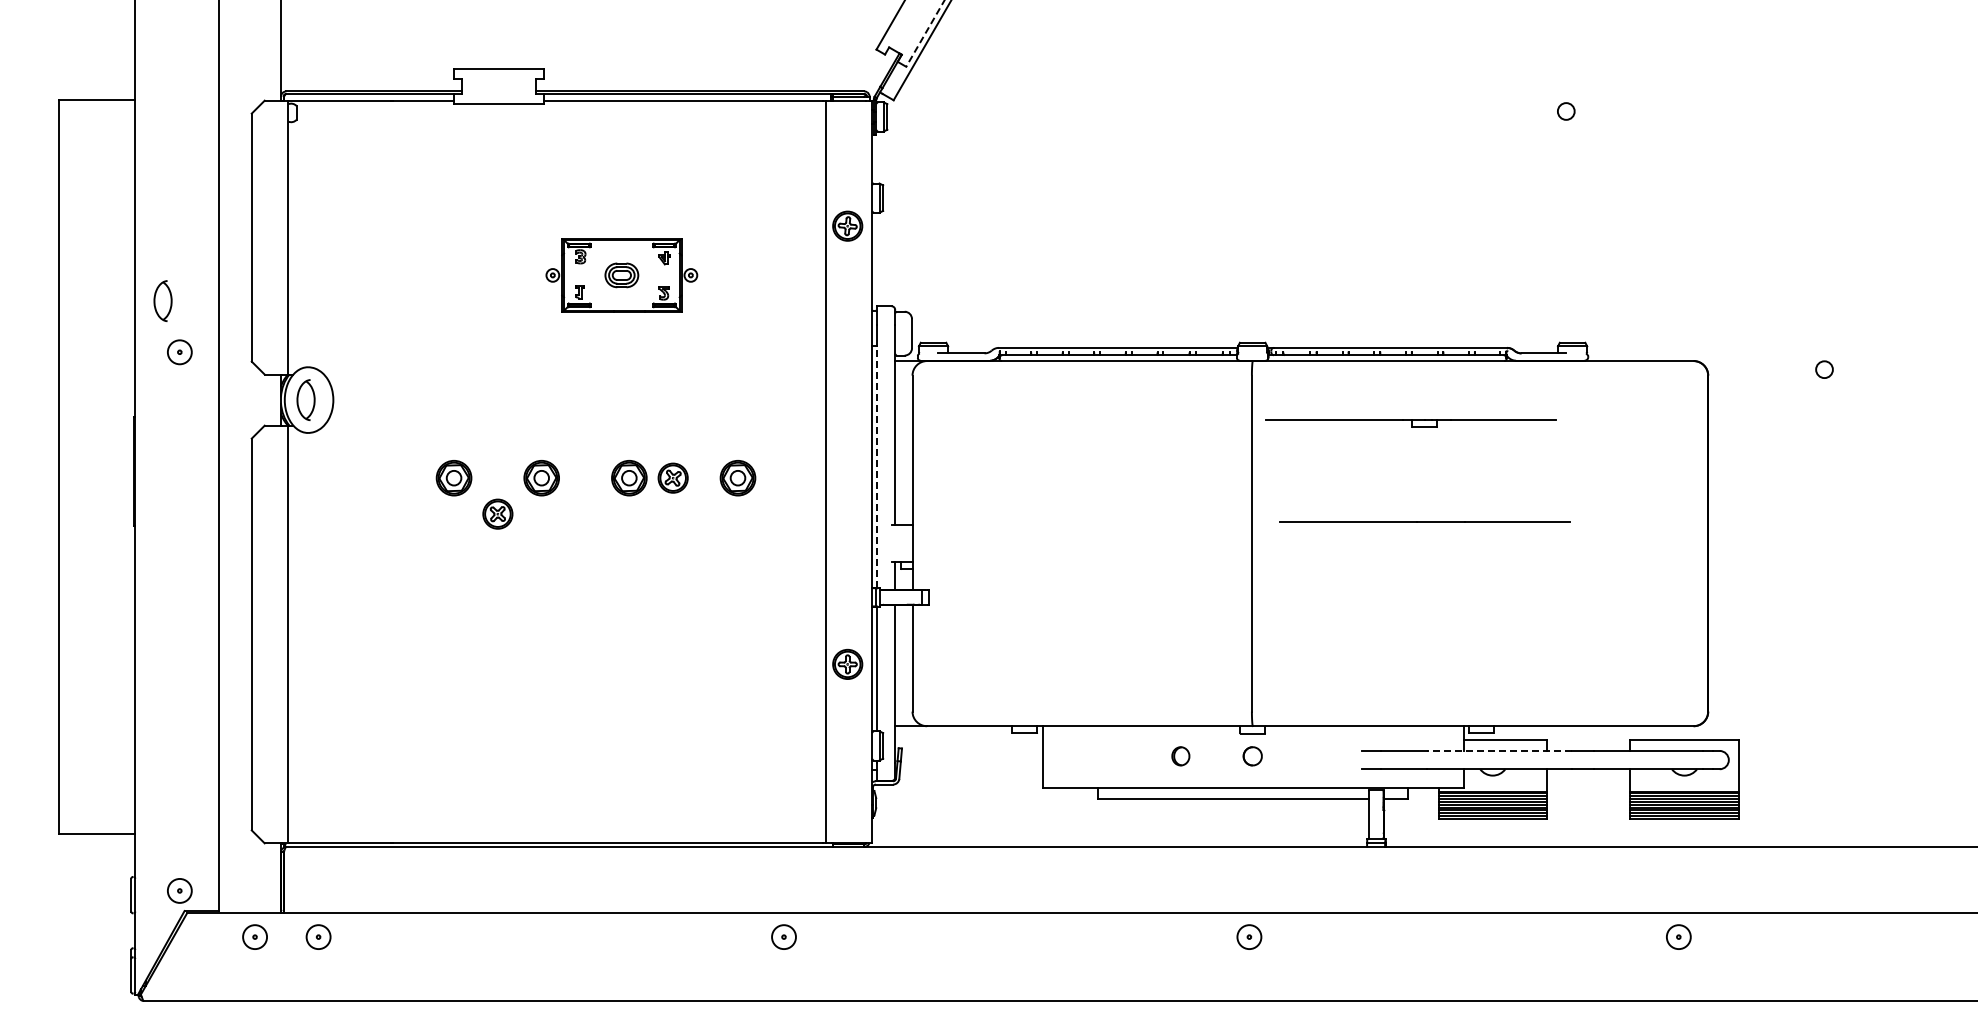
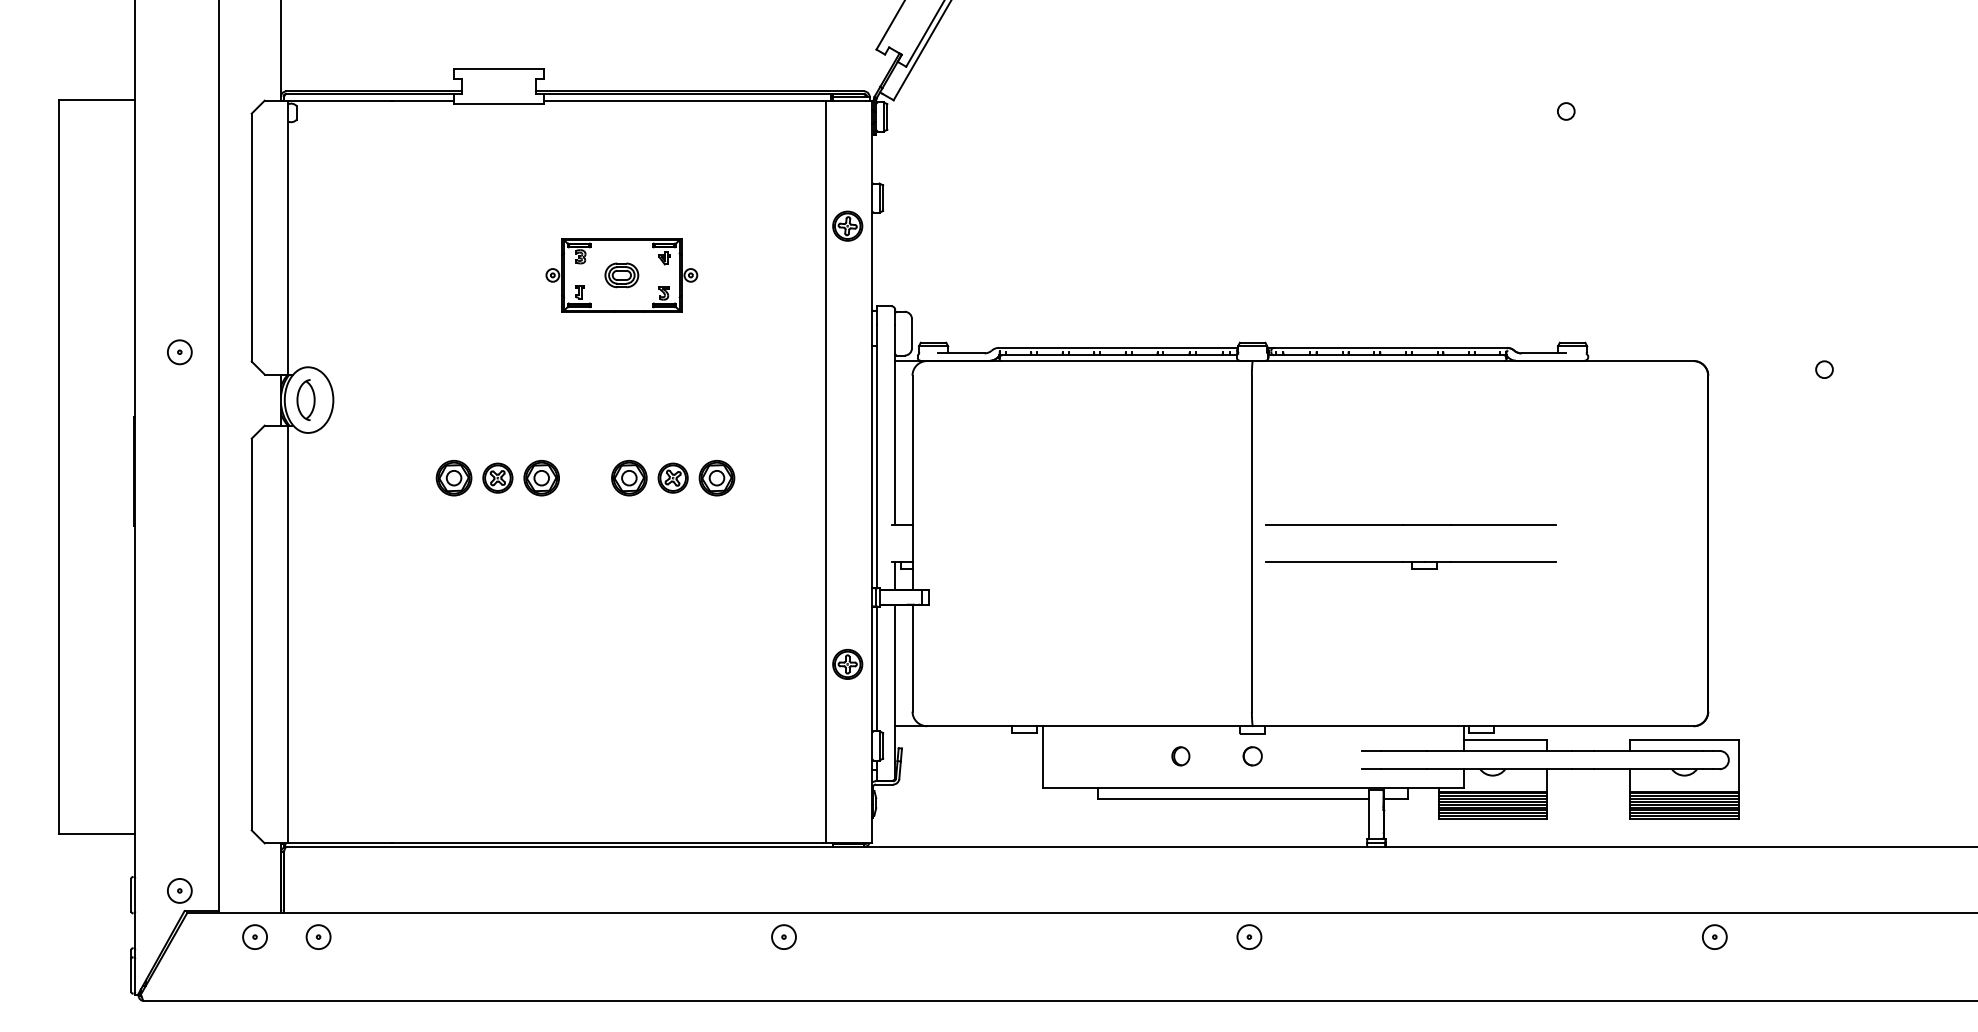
line at (925, 34): dashed -> solid
part at (162, 300): present -> none
part at (1410, 423) position: (1410, 423) -> (1410, 565)
line at (876, 467): dashed -> solid
part at (737, 478) position: (737, 478) -> (716, 478)
part at (497, 513) position: (497, 513) -> (497, 477)
line at (1424, 521) position: (1424, 521) -> (1410, 524)
line at (1499, 750): dashed -> solid
part at (1678, 936) position: (1678, 936) -> (1714, 936)
